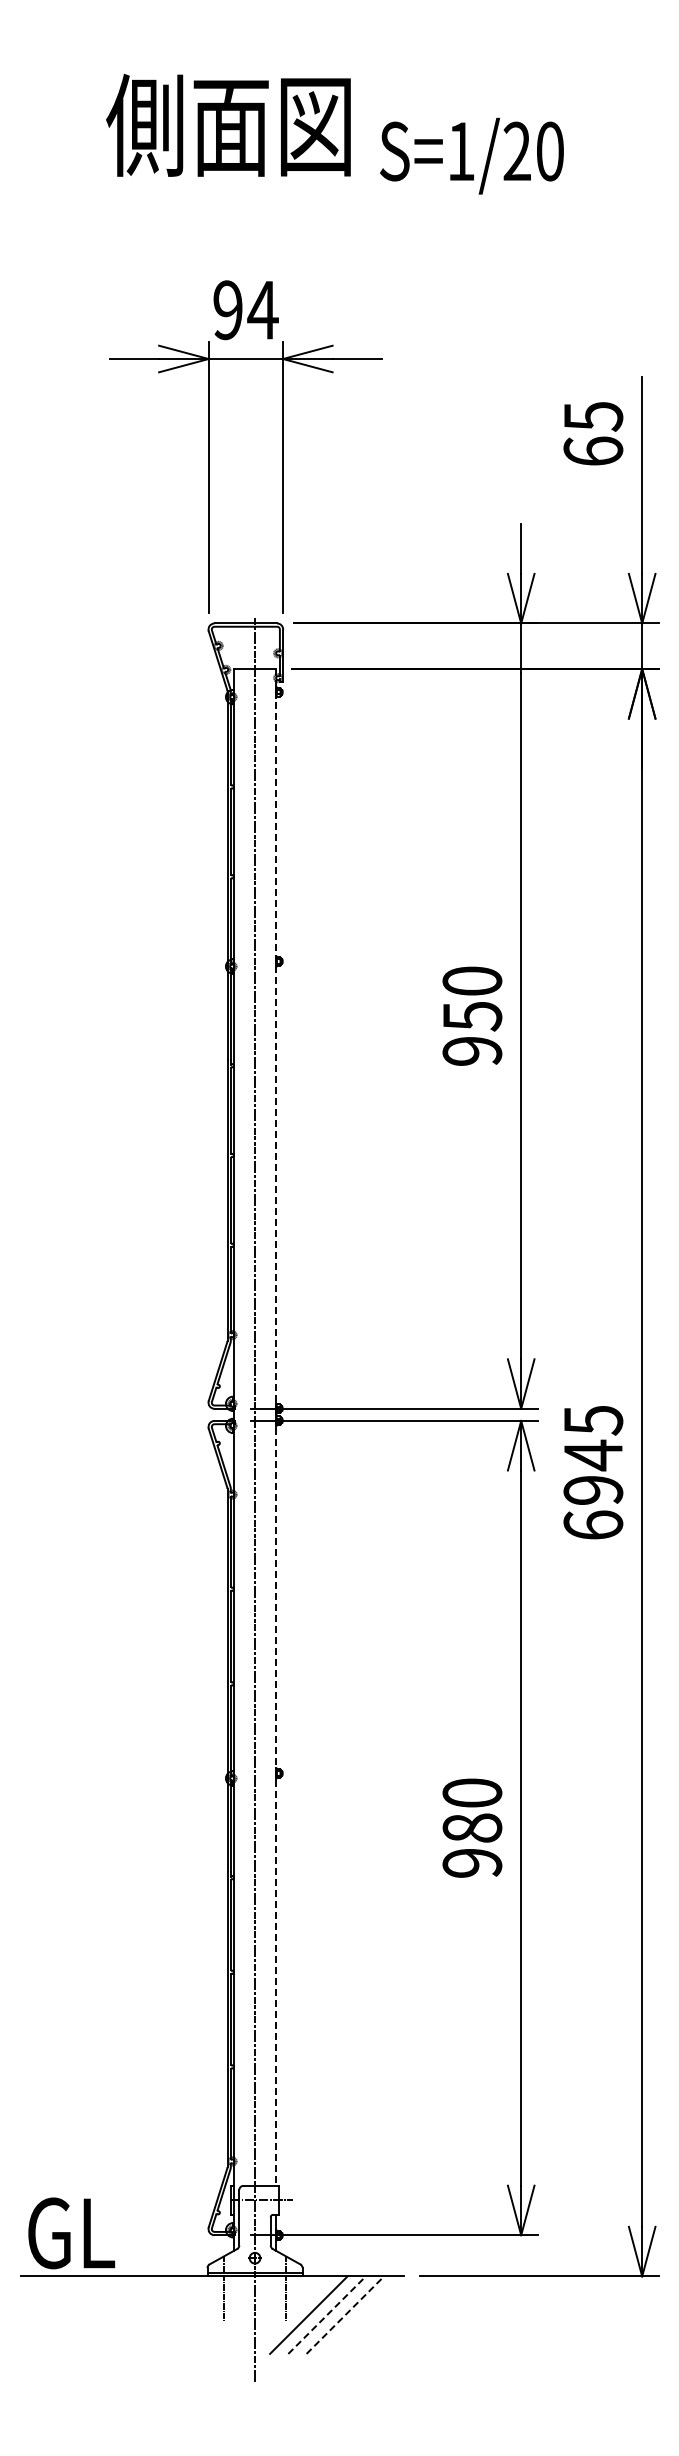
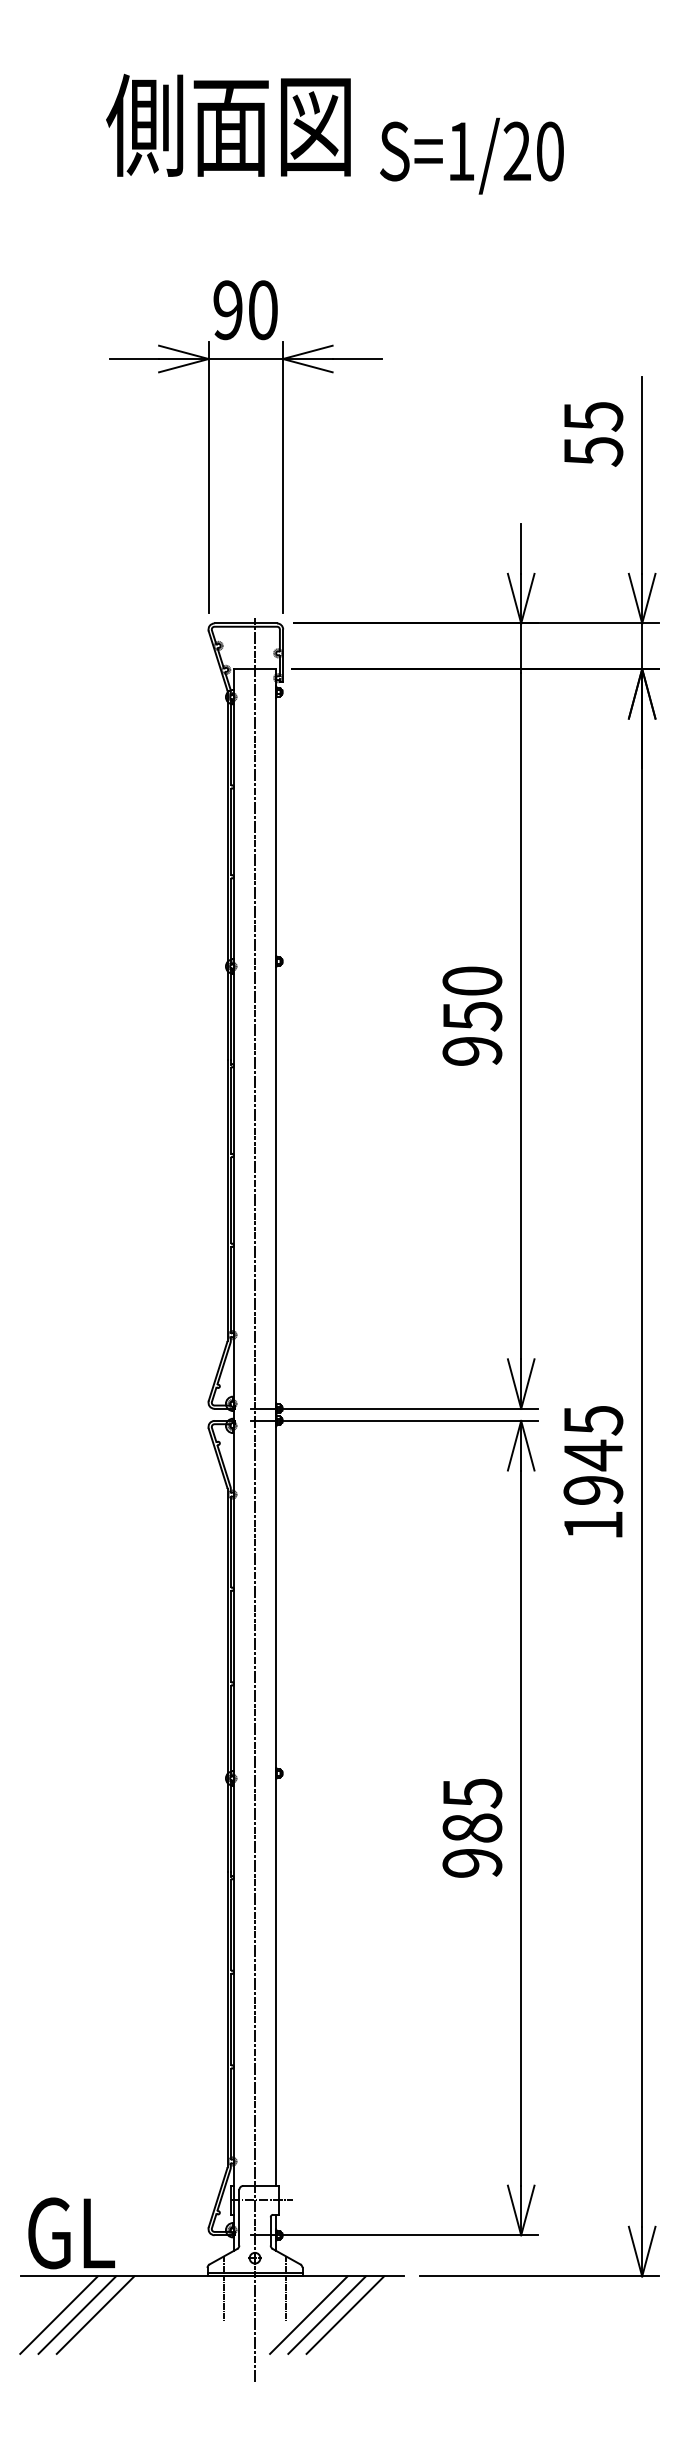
text at (262, 310): 94 -> 90
text at (593, 451): 65 -> 55
line at (275, 1427): dashed -> solid
text at (593, 1524): 6945 -> 1945
text at (472, 1793): 980 -> 985
line at (58, 2314): none -> present
line at (77, 2314): none -> present
line at (95, 2314): none -> present
line at (327, 2315): dashed -> solid
line at (345, 2315): dashed -> solid
